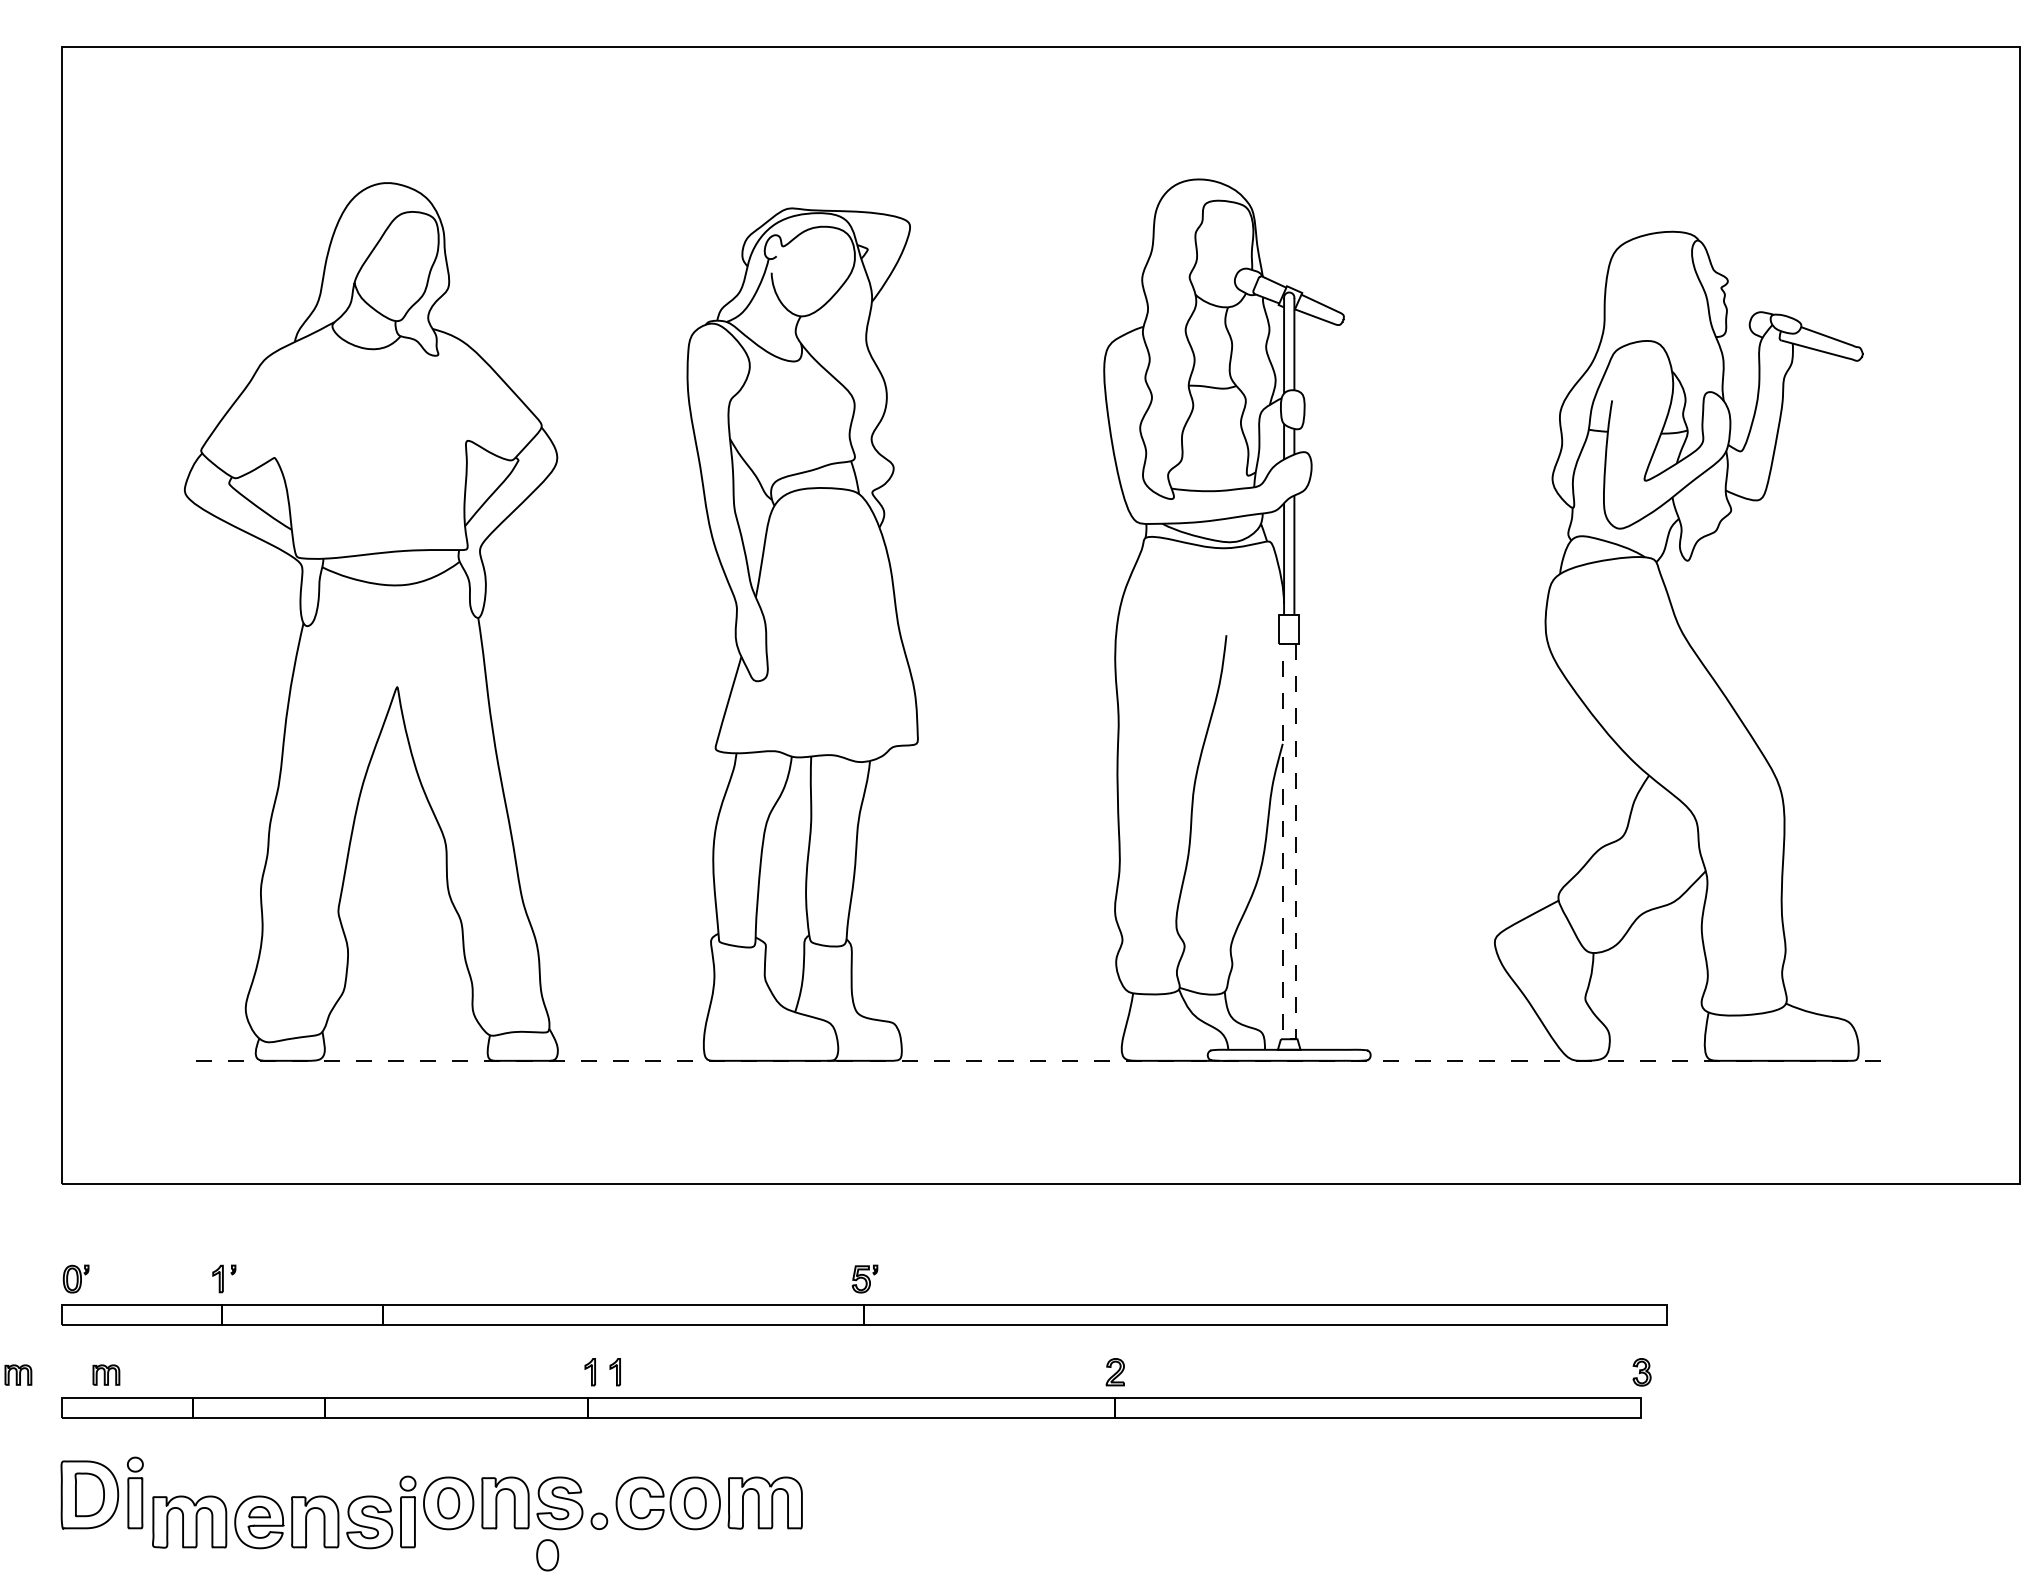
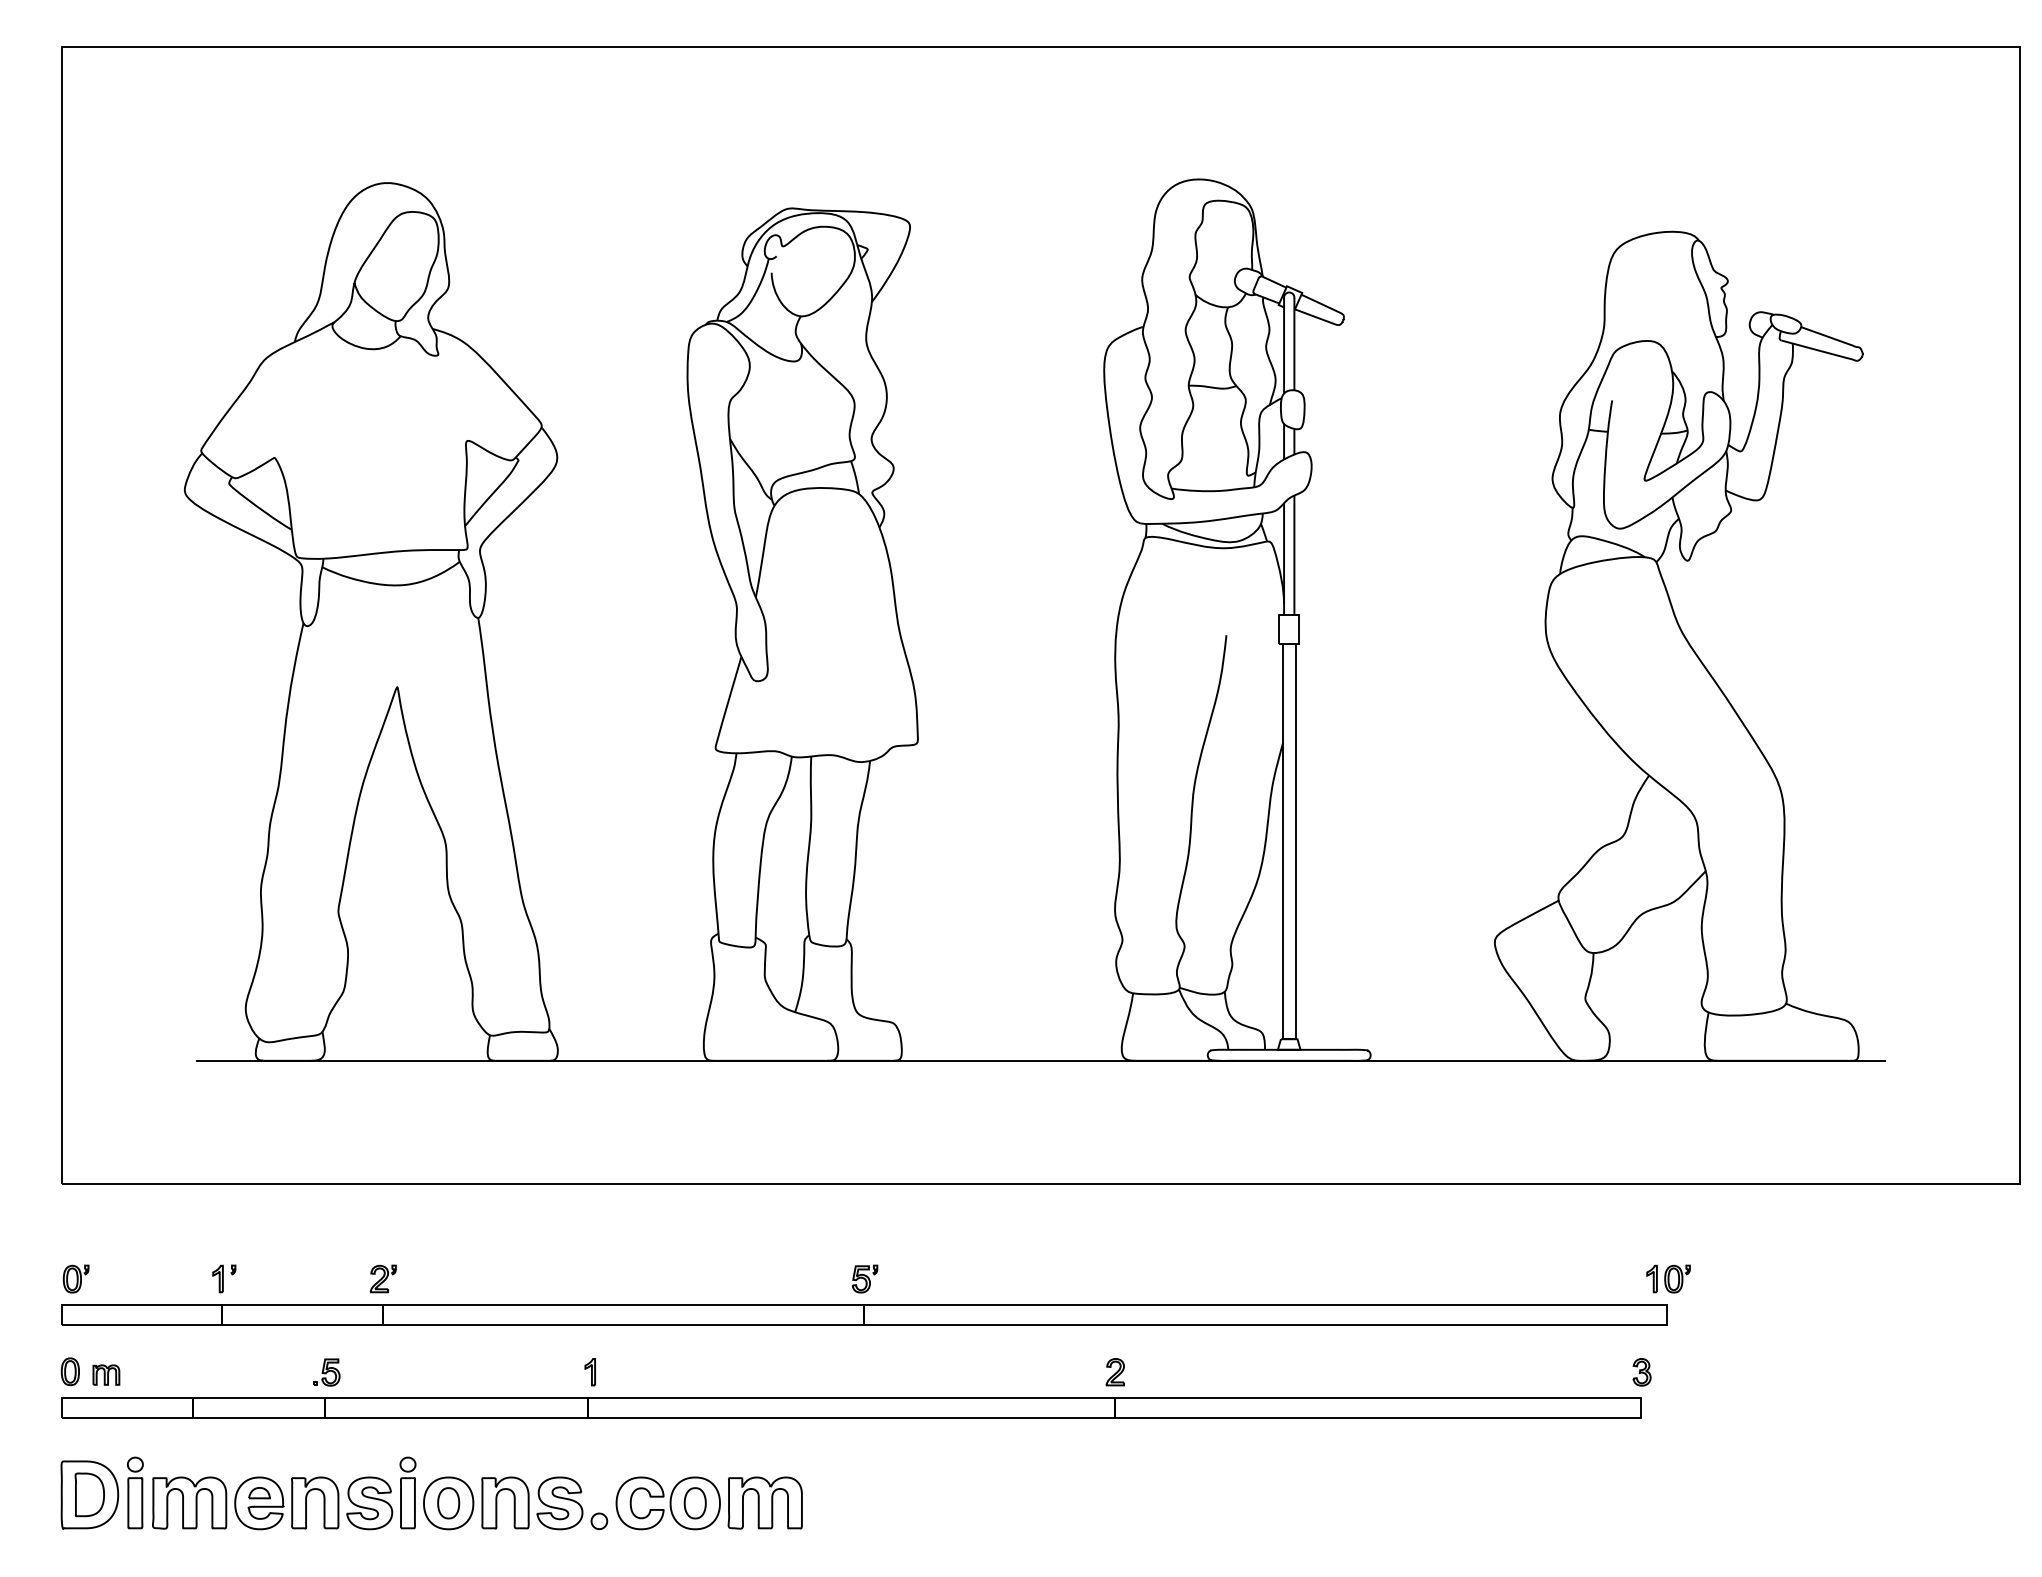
line at (1288, 1039): dashed -> solid
line at (1041, 1060): dashed -> solid
part at (382, 1278): none -> present
part at (1668, 1278): none -> present
part at (69, 1371): none -> present
part at (326, 1372): none -> present
part at (614, 1372): present -> none
part at (18, 1374): present -> none
part at (284, 1512) position: (284, 1512) -> (284, 1493)
part at (547, 1555): present -> none
